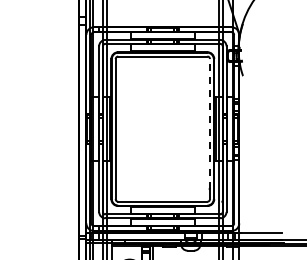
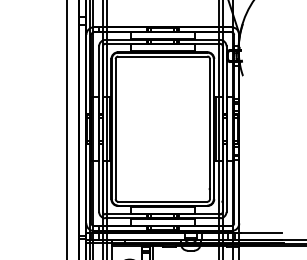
line at (209, 123): dashed -> solid
line at (67, 129): none -> present
